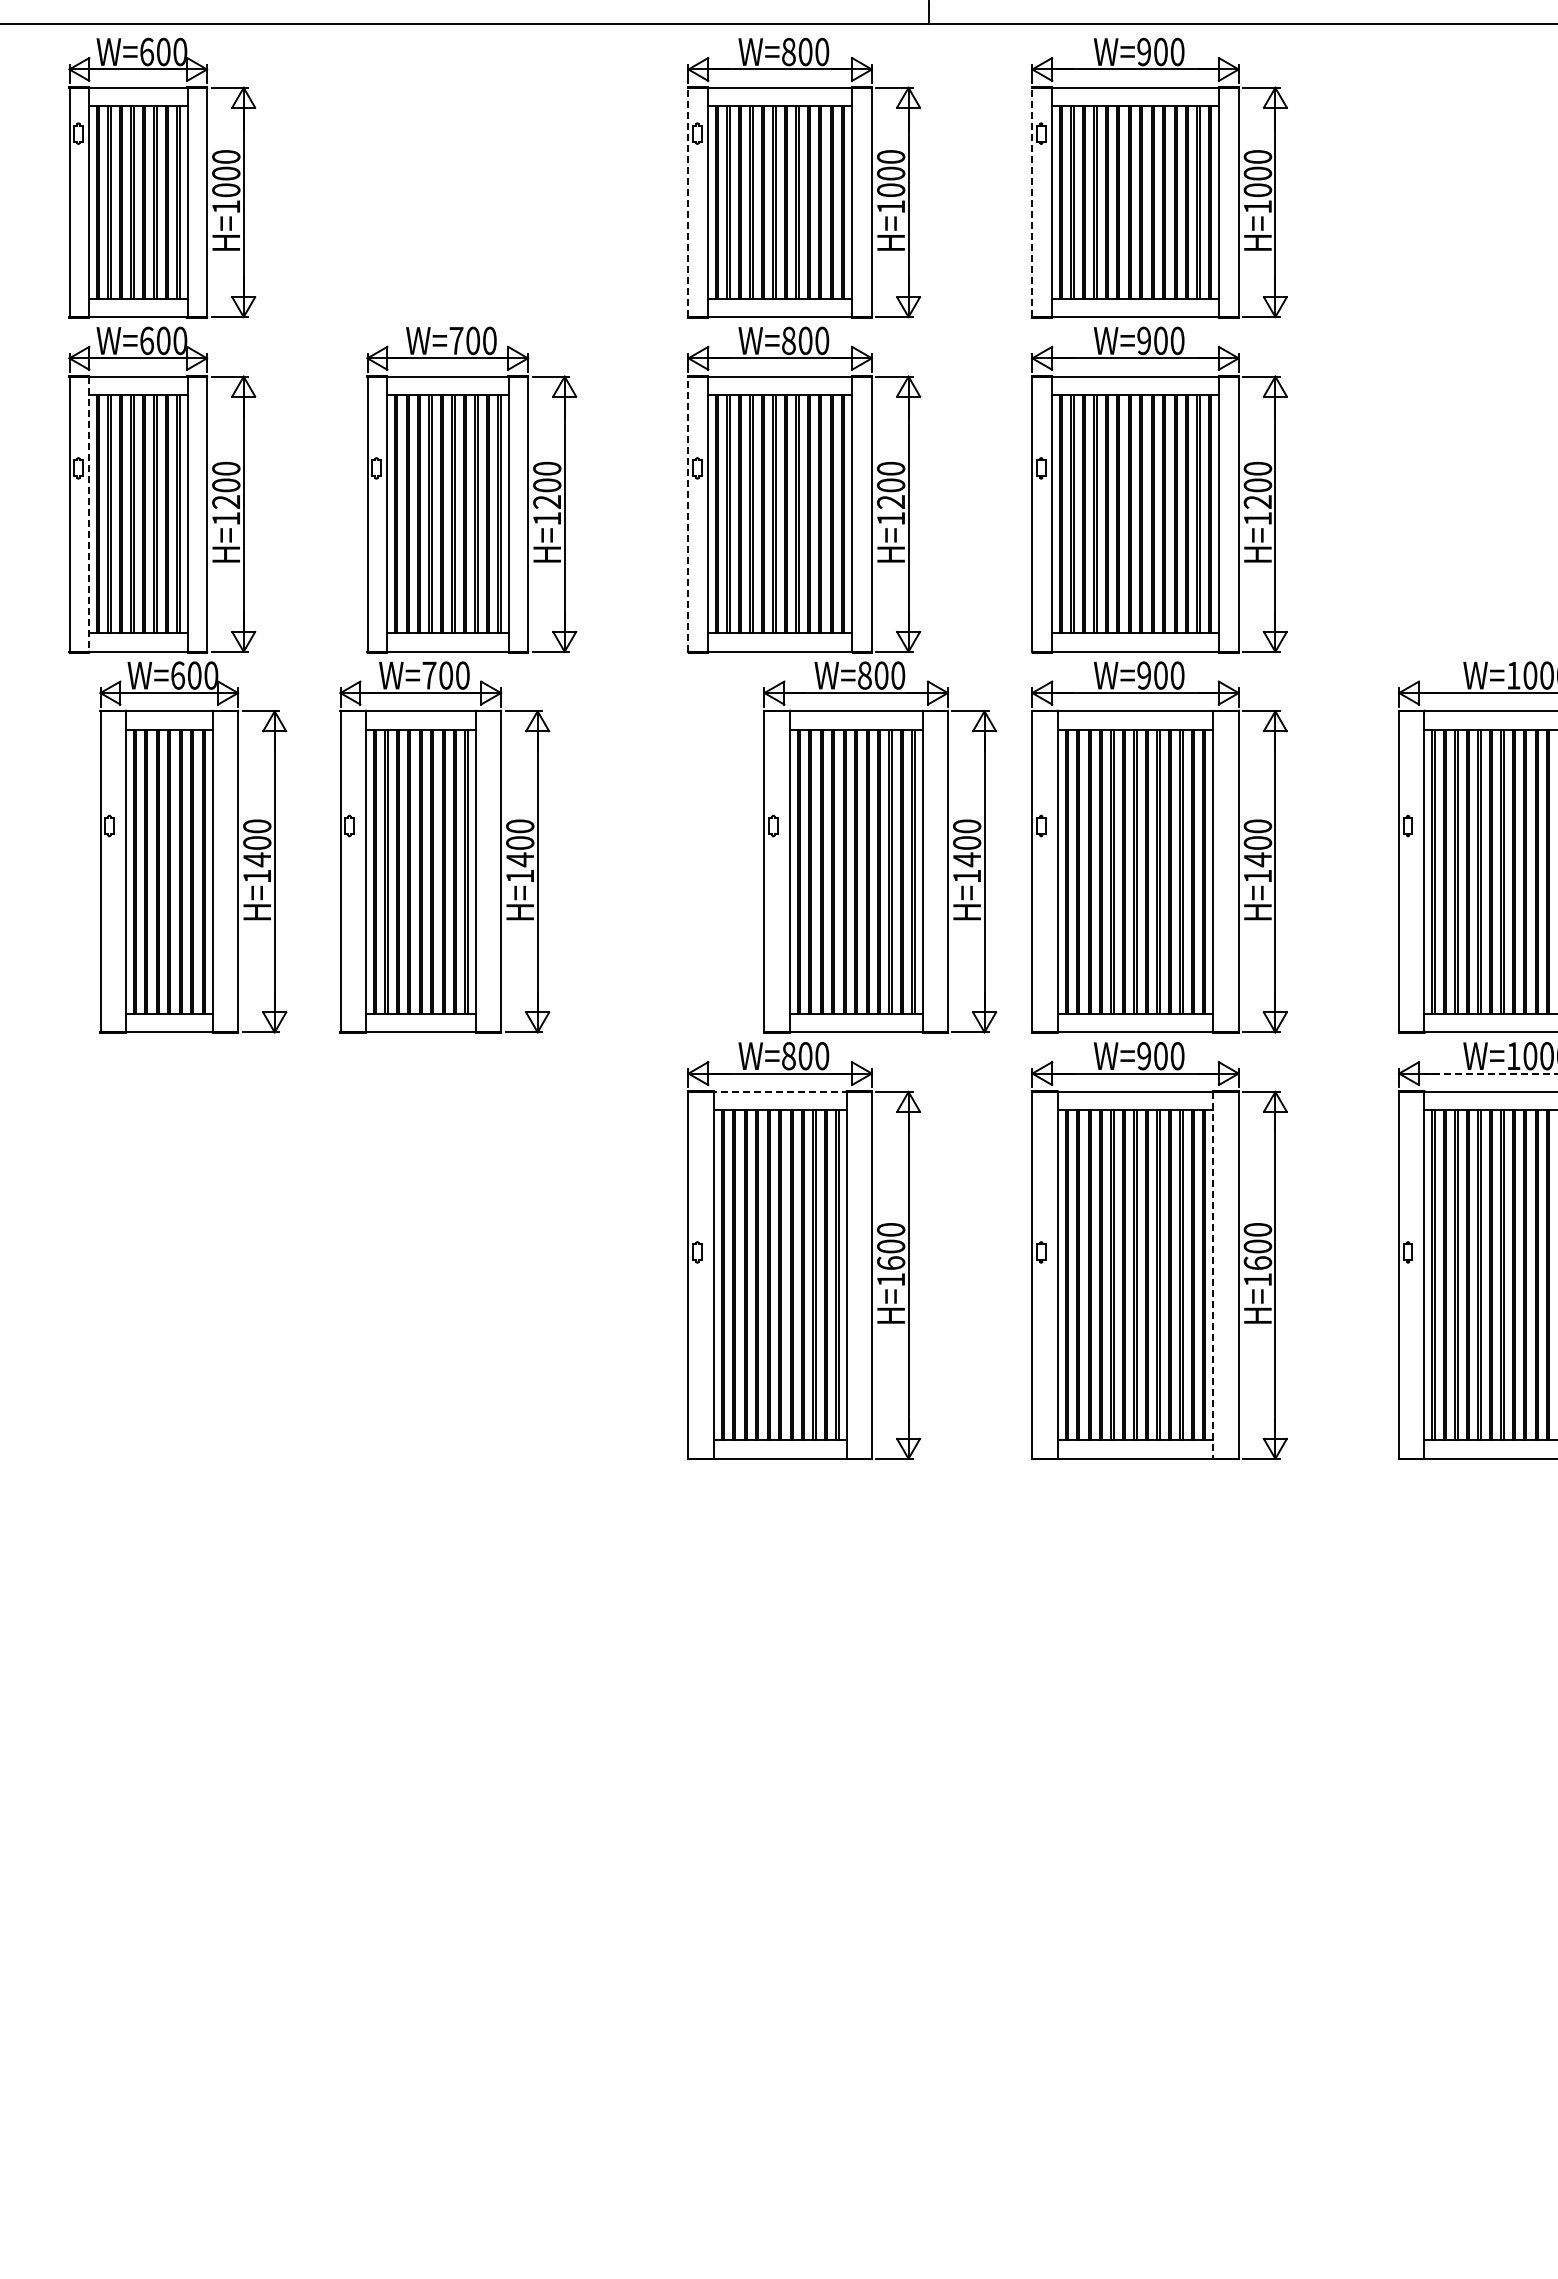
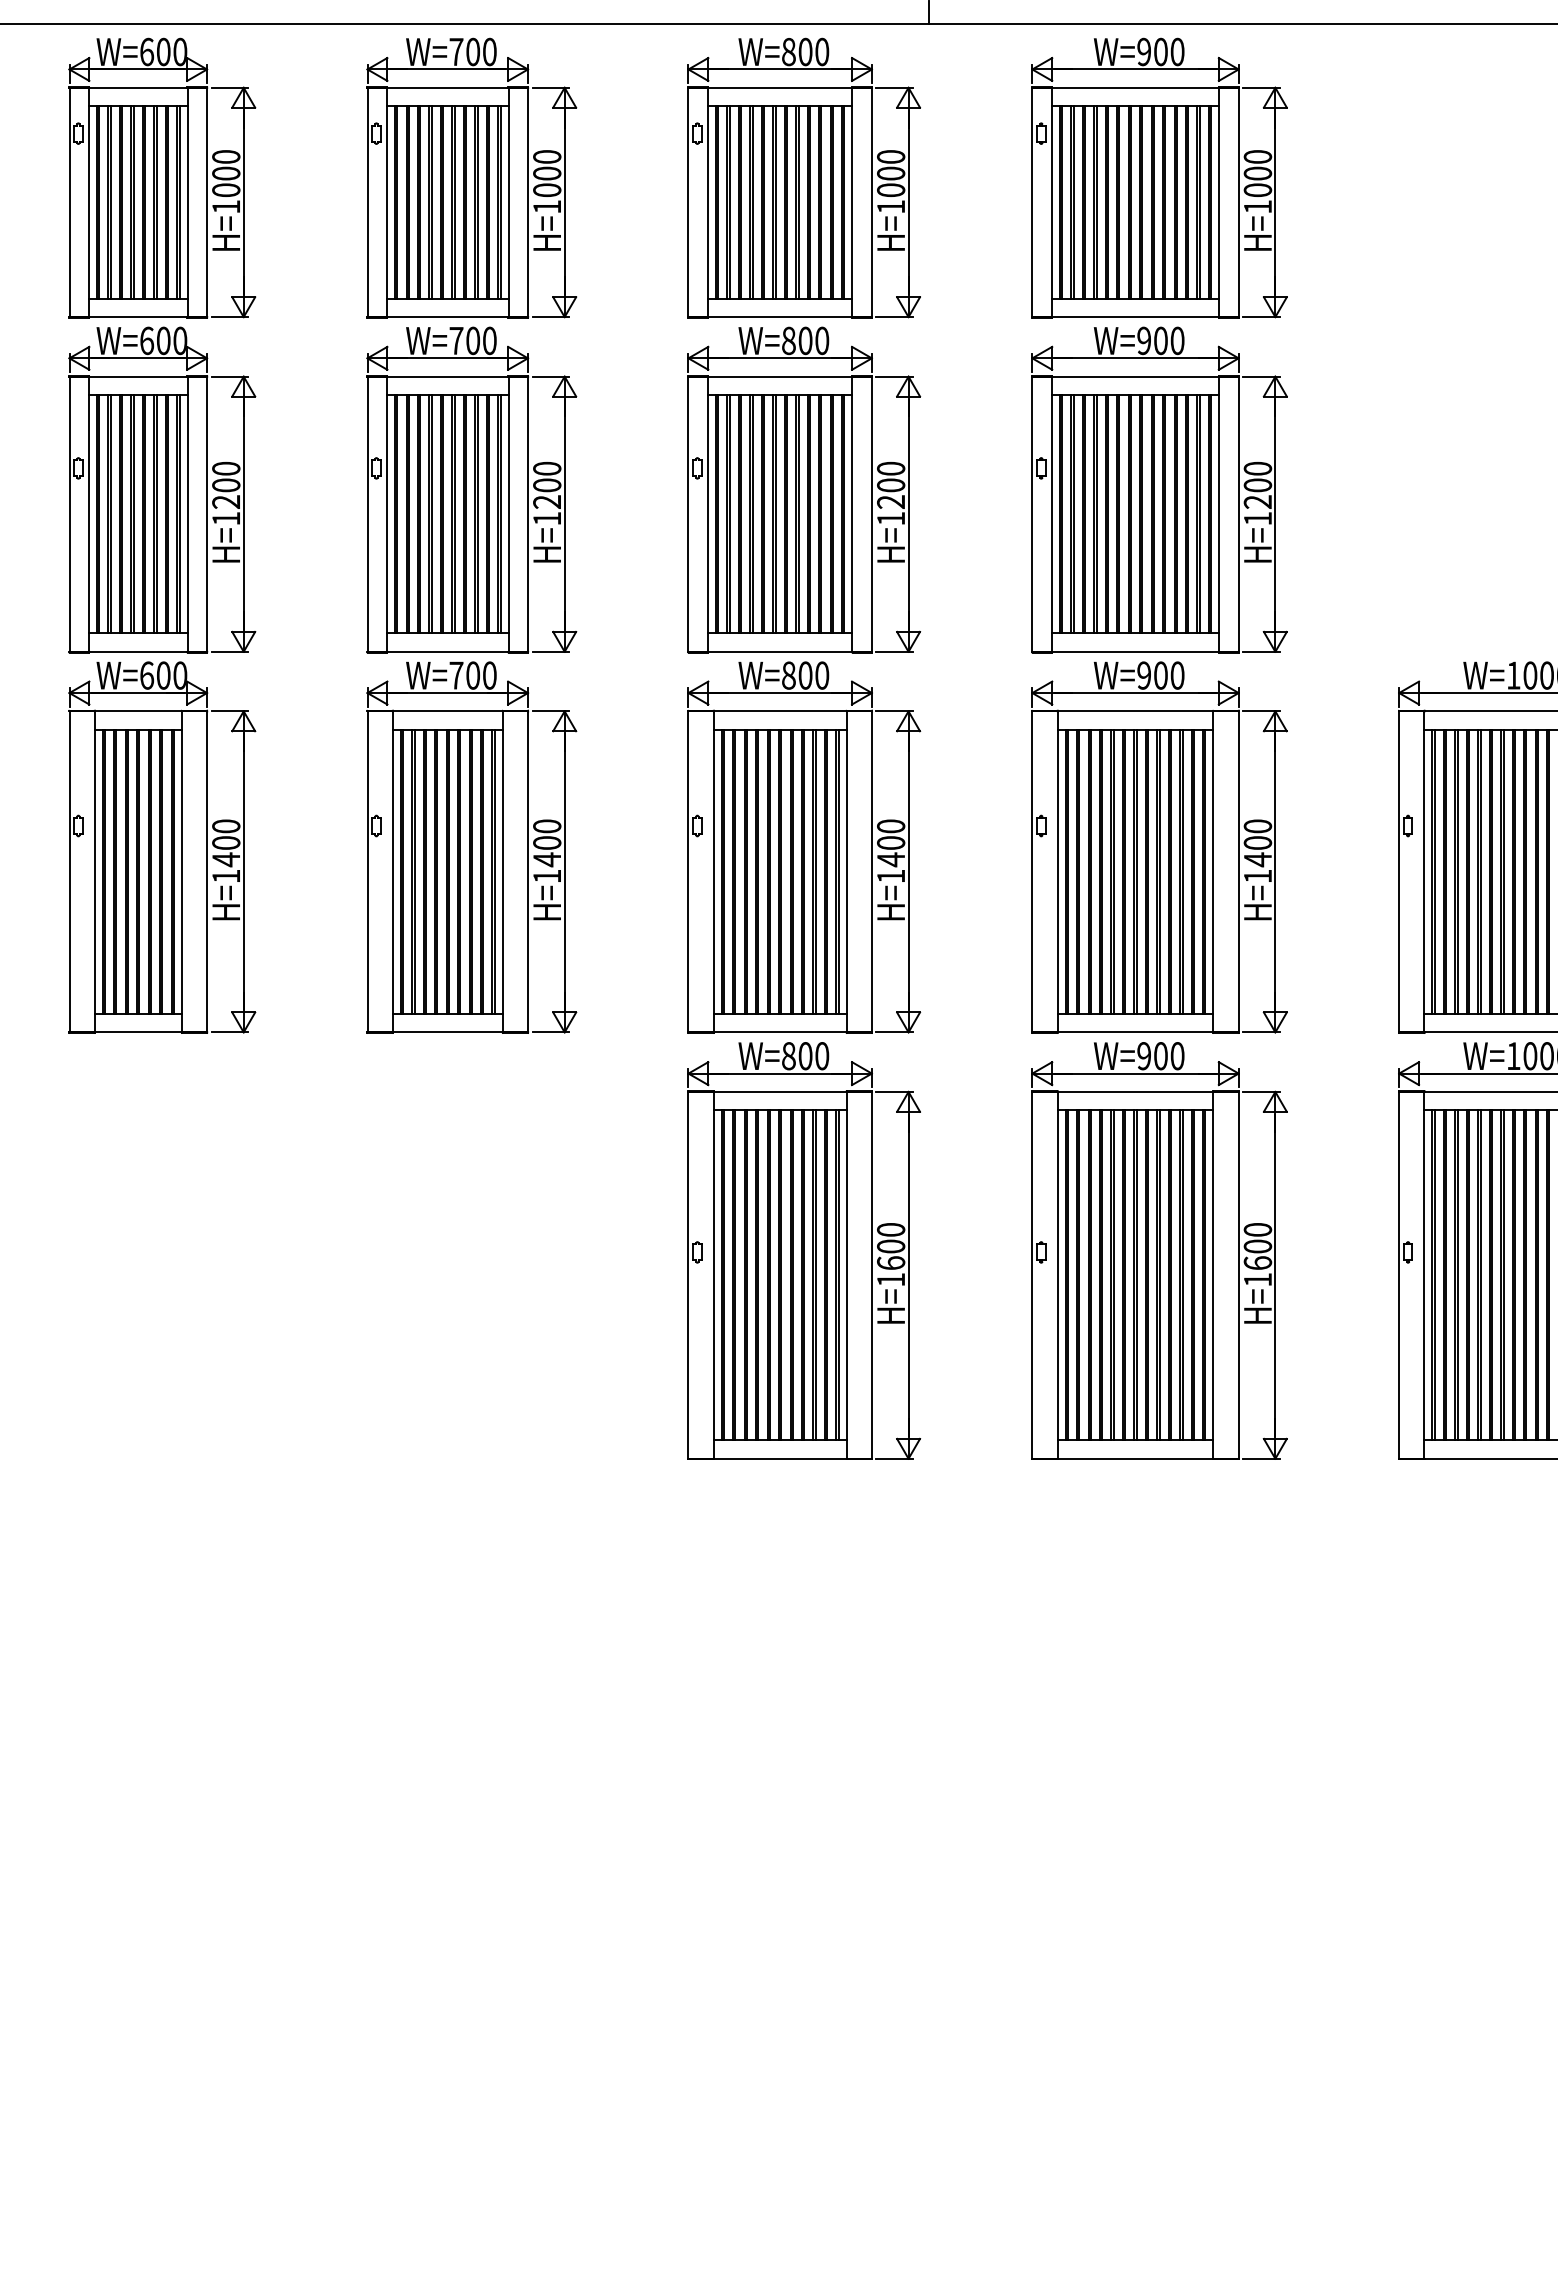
part at (471, 177): none -> present
line at (688, 202): dashed -> solid
line at (1032, 202): dashed -> solid
line at (88, 514): dashed -> solid
line at (688, 514): dashed -> solid
part at (193, 847) position: (193, 847) -> (162, 847)
part at (444, 847) position: (444, 847) -> (471, 847)
part at (880, 847) position: (880, 847) -> (804, 847)
line at (1489, 1073): dashed -> solid
line at (780, 1091): dashed -> solid
line at (1213, 1275): dashed -> solid
